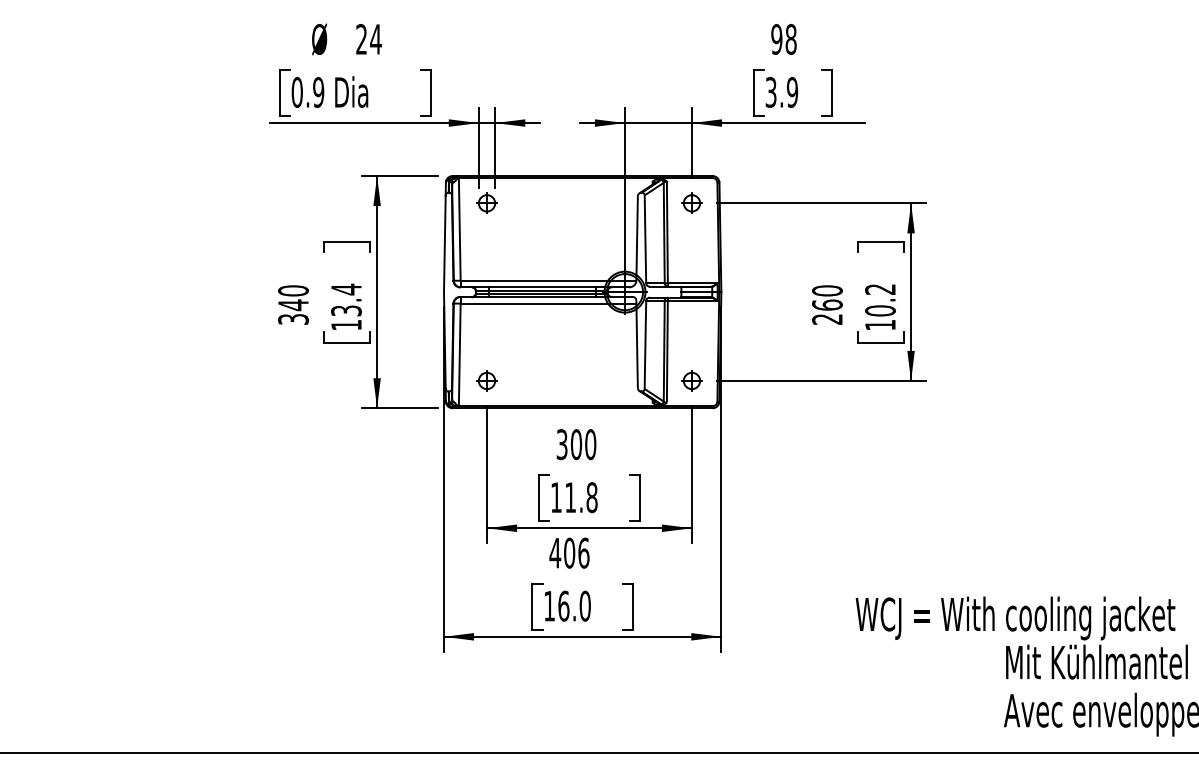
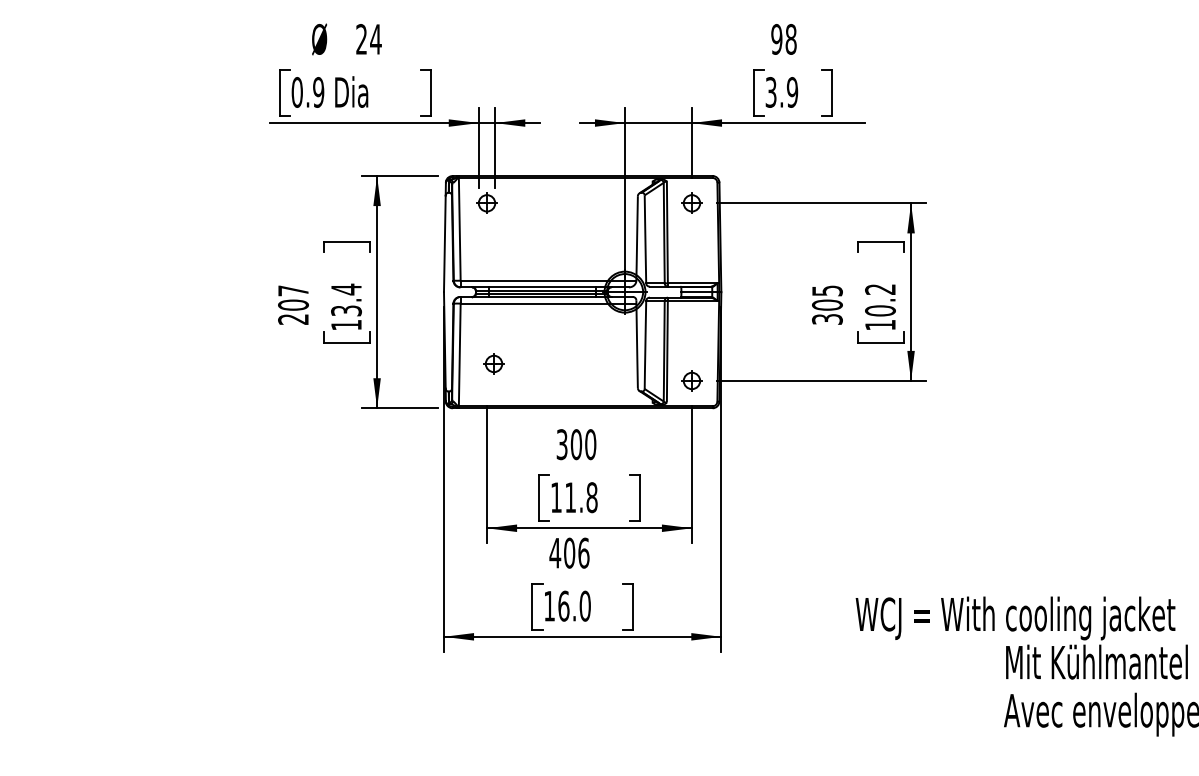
text at (293, 304): 340 -> 207
text at (827, 304): 260 -> 305
part at (486, 380) position: (486, 380) -> (493, 363)
line at (598, 752): present -> none
